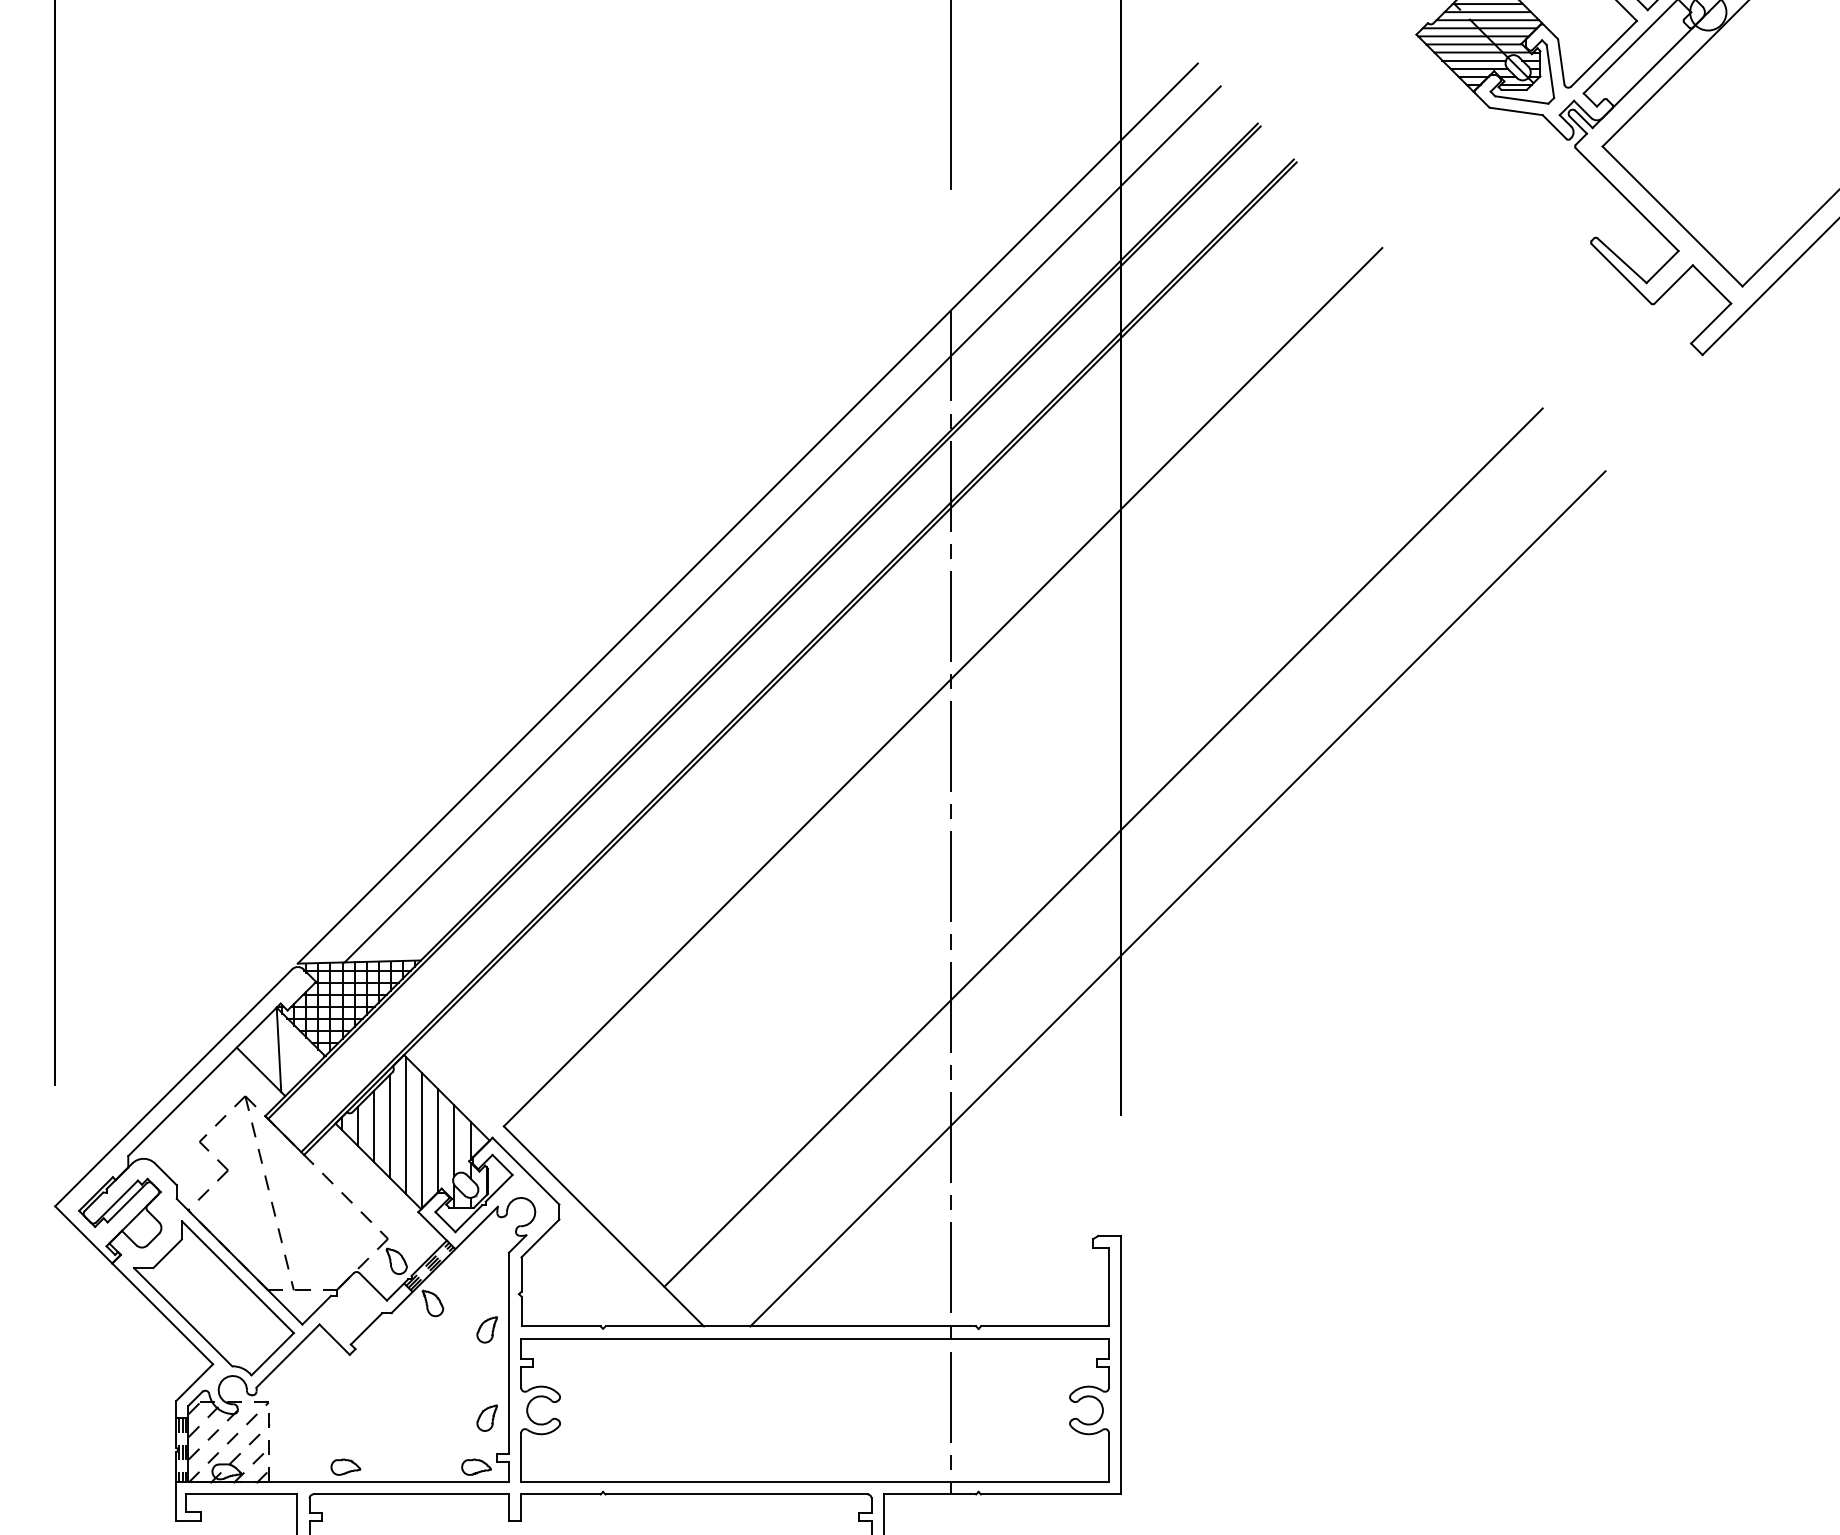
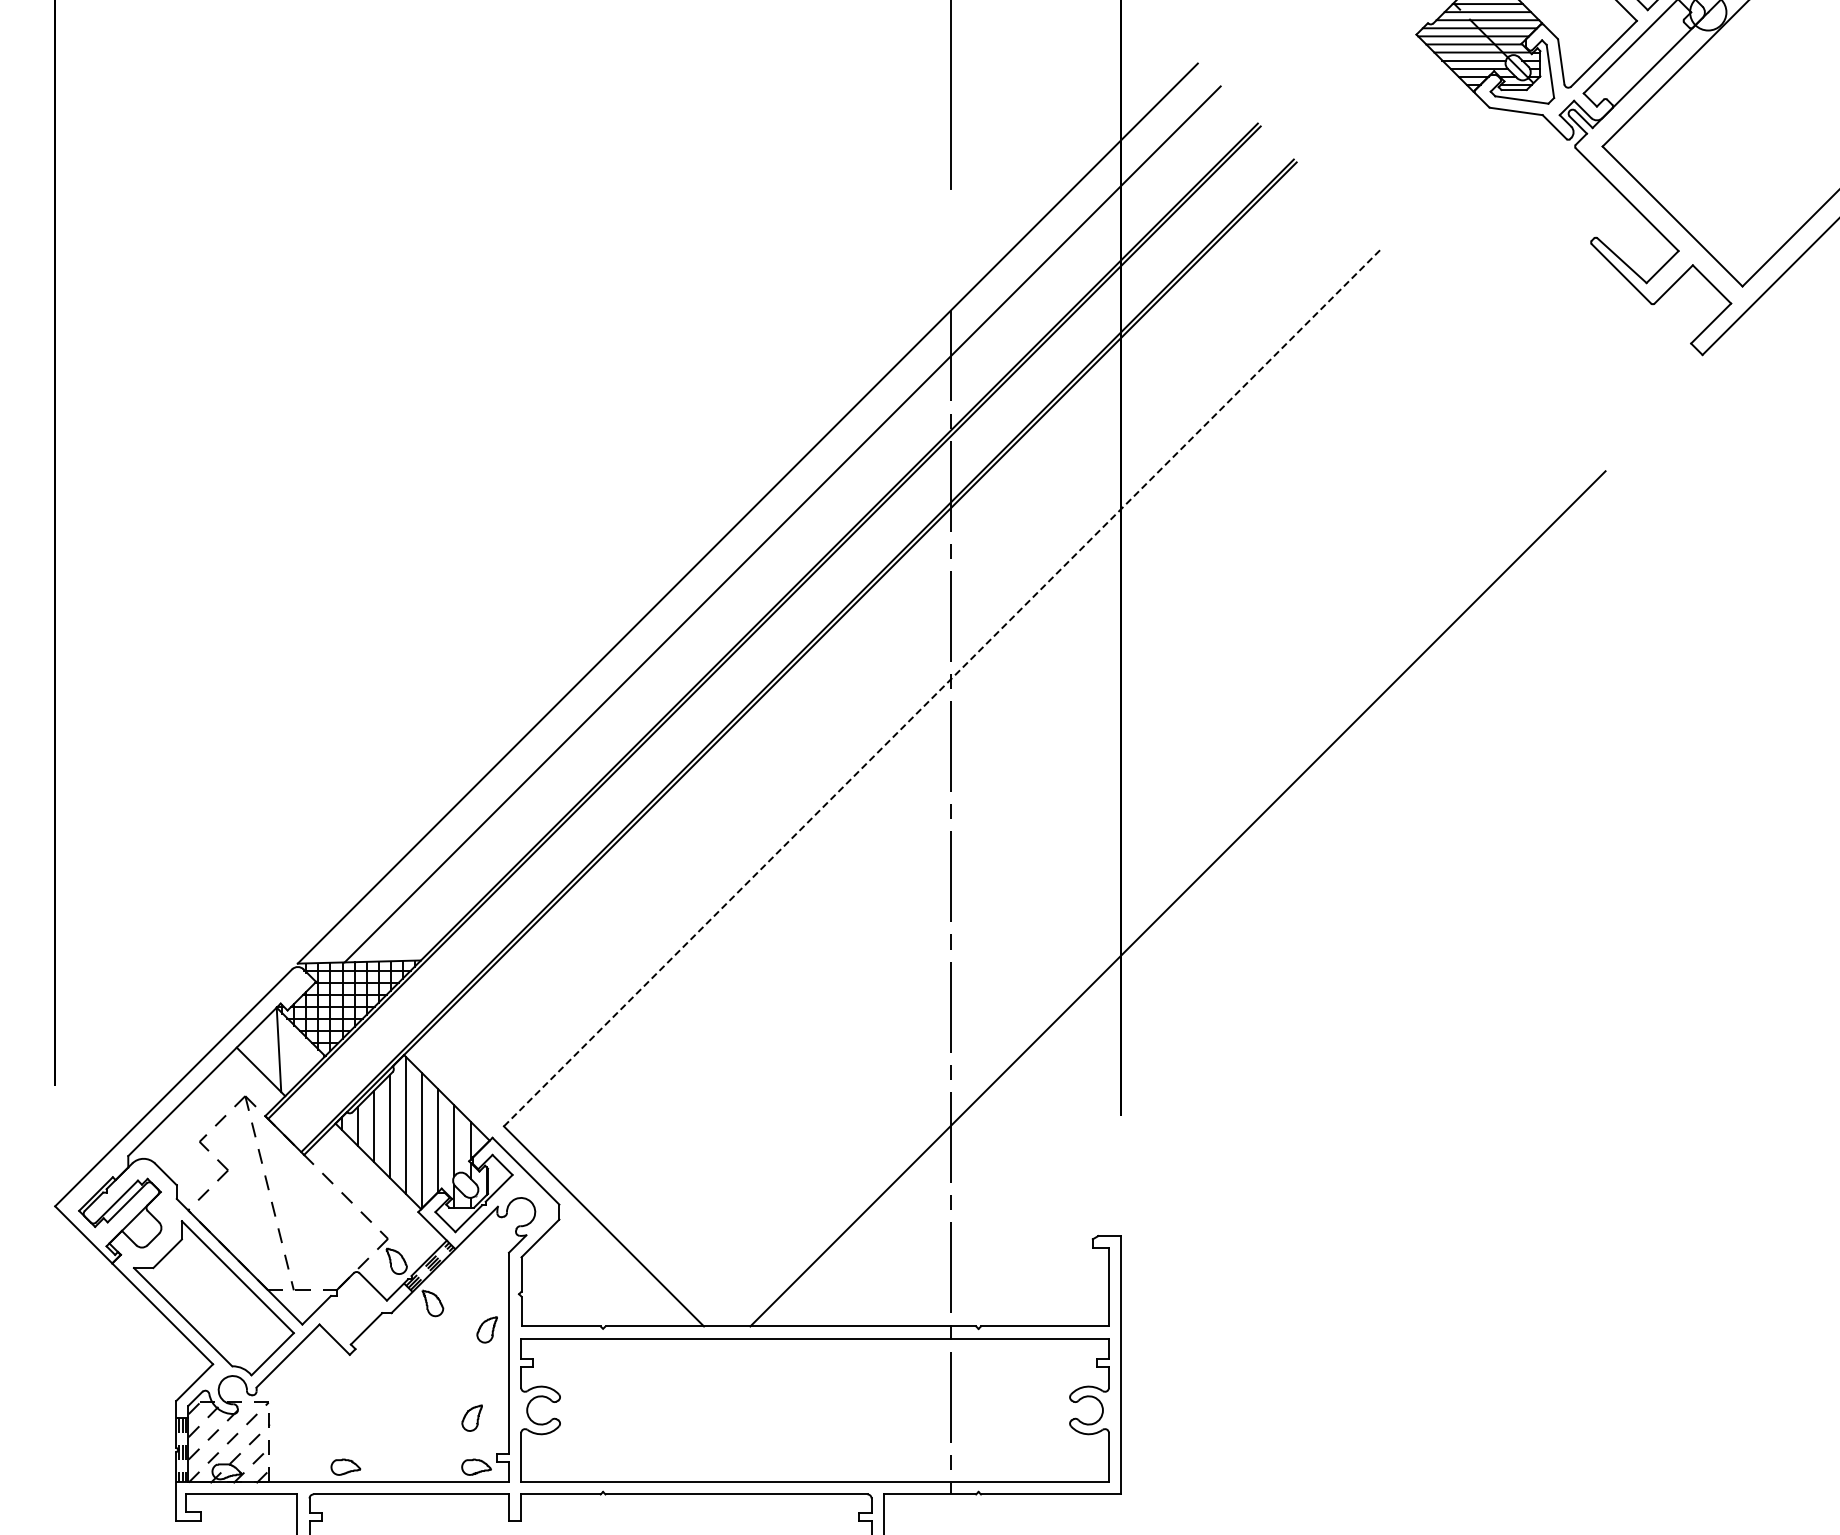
line at (943, 686): solid -> dashed
line at (1103, 847): present -> none
part at (486, 1417) position: (486, 1417) -> (471, 1417)
